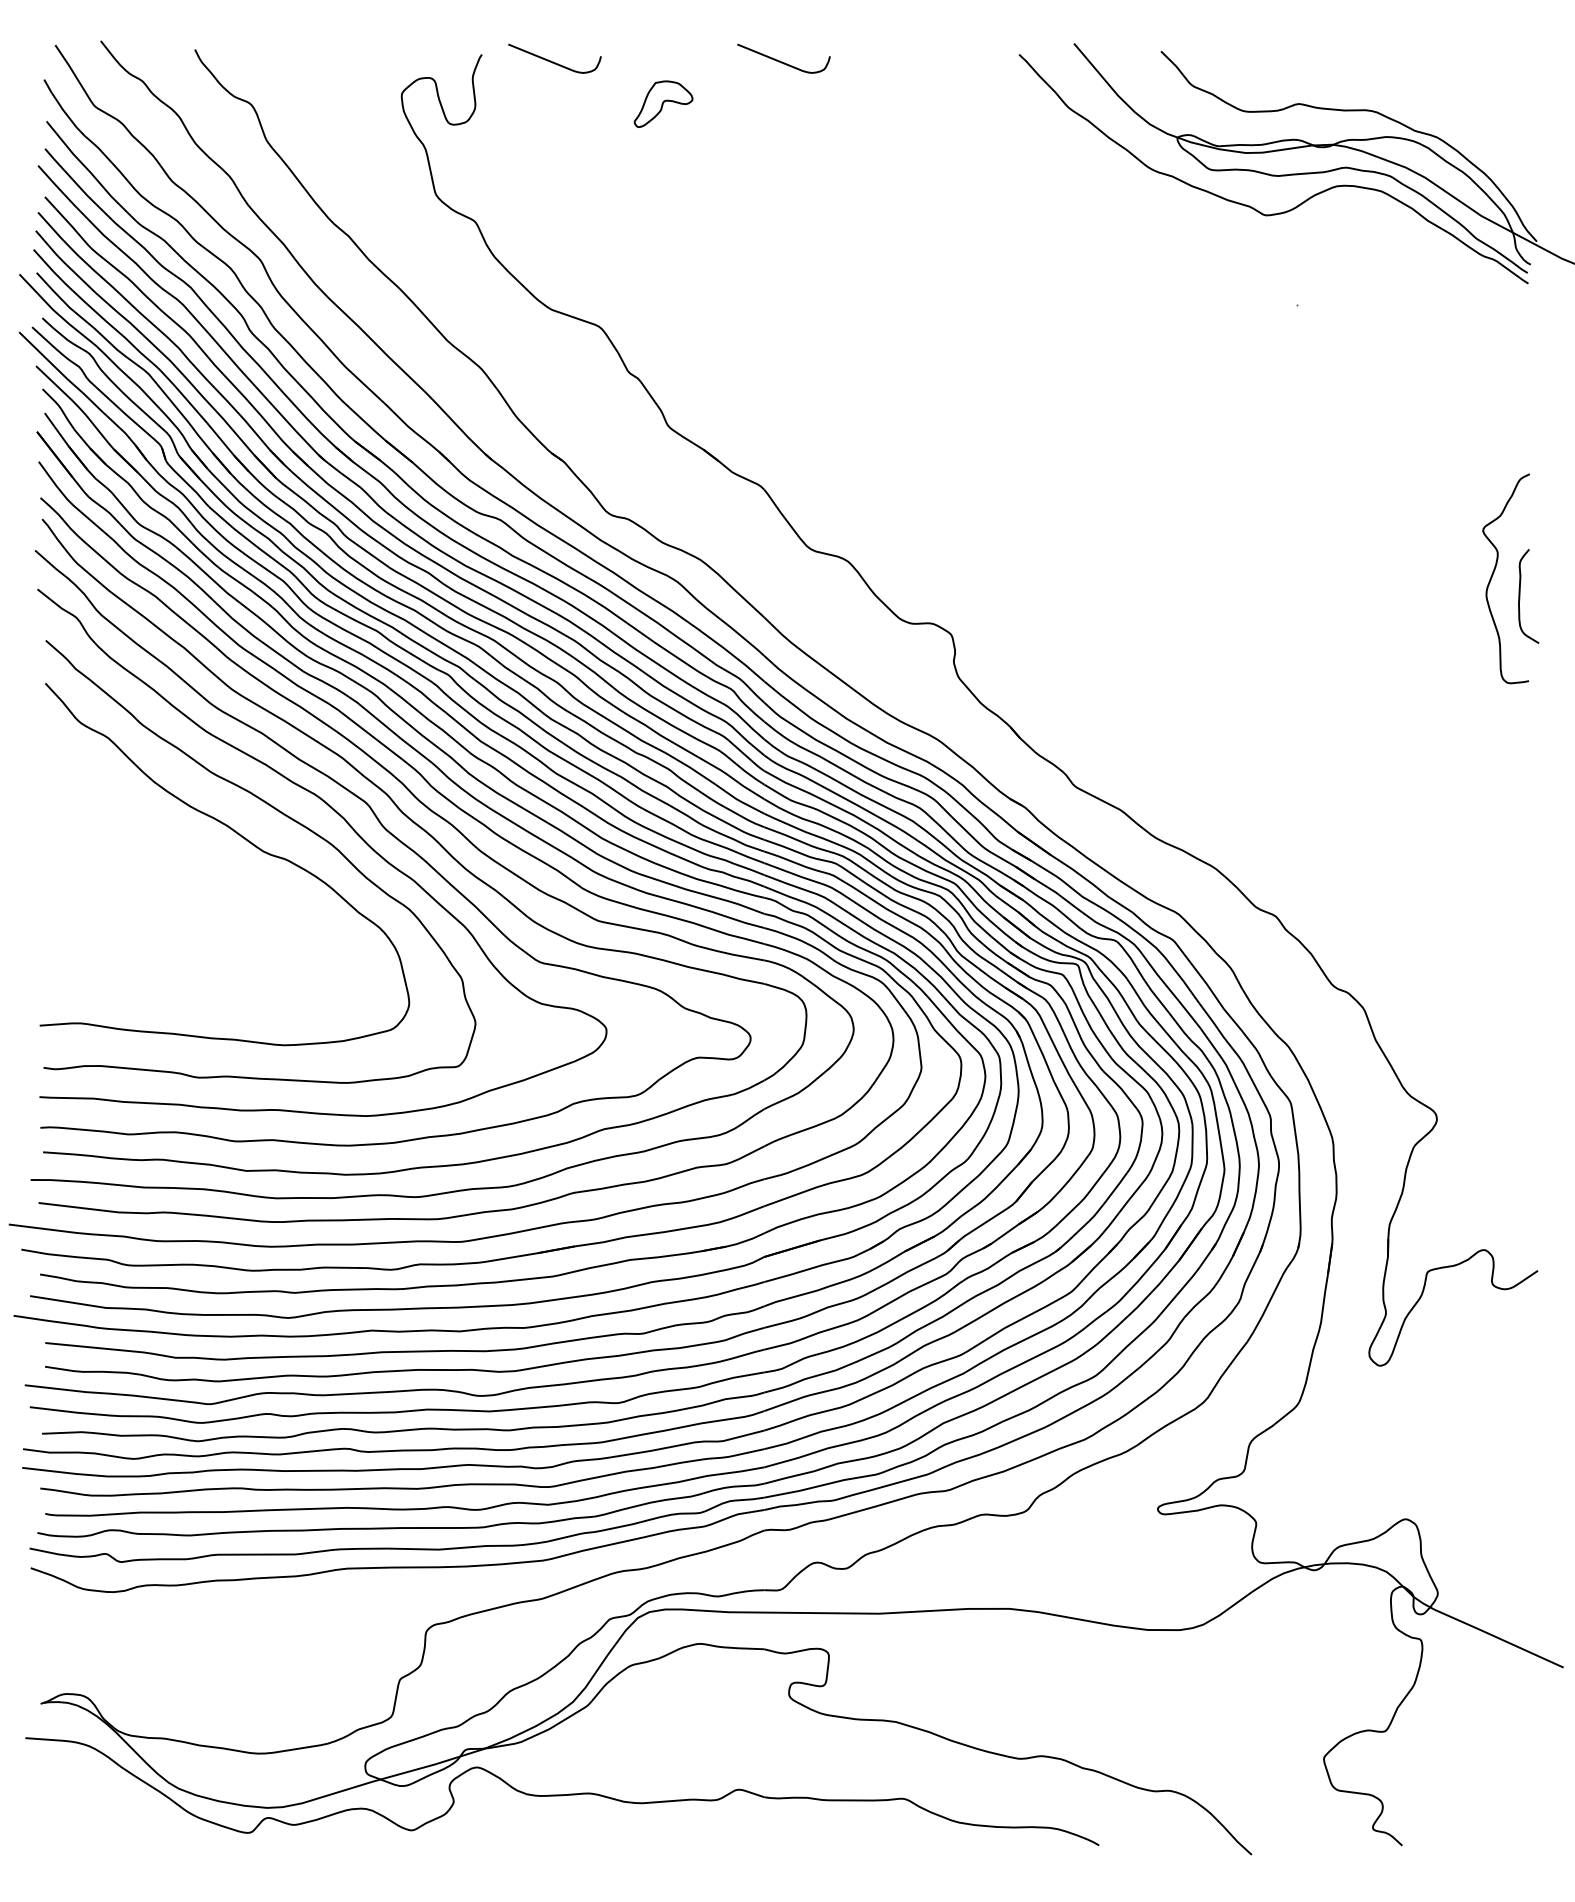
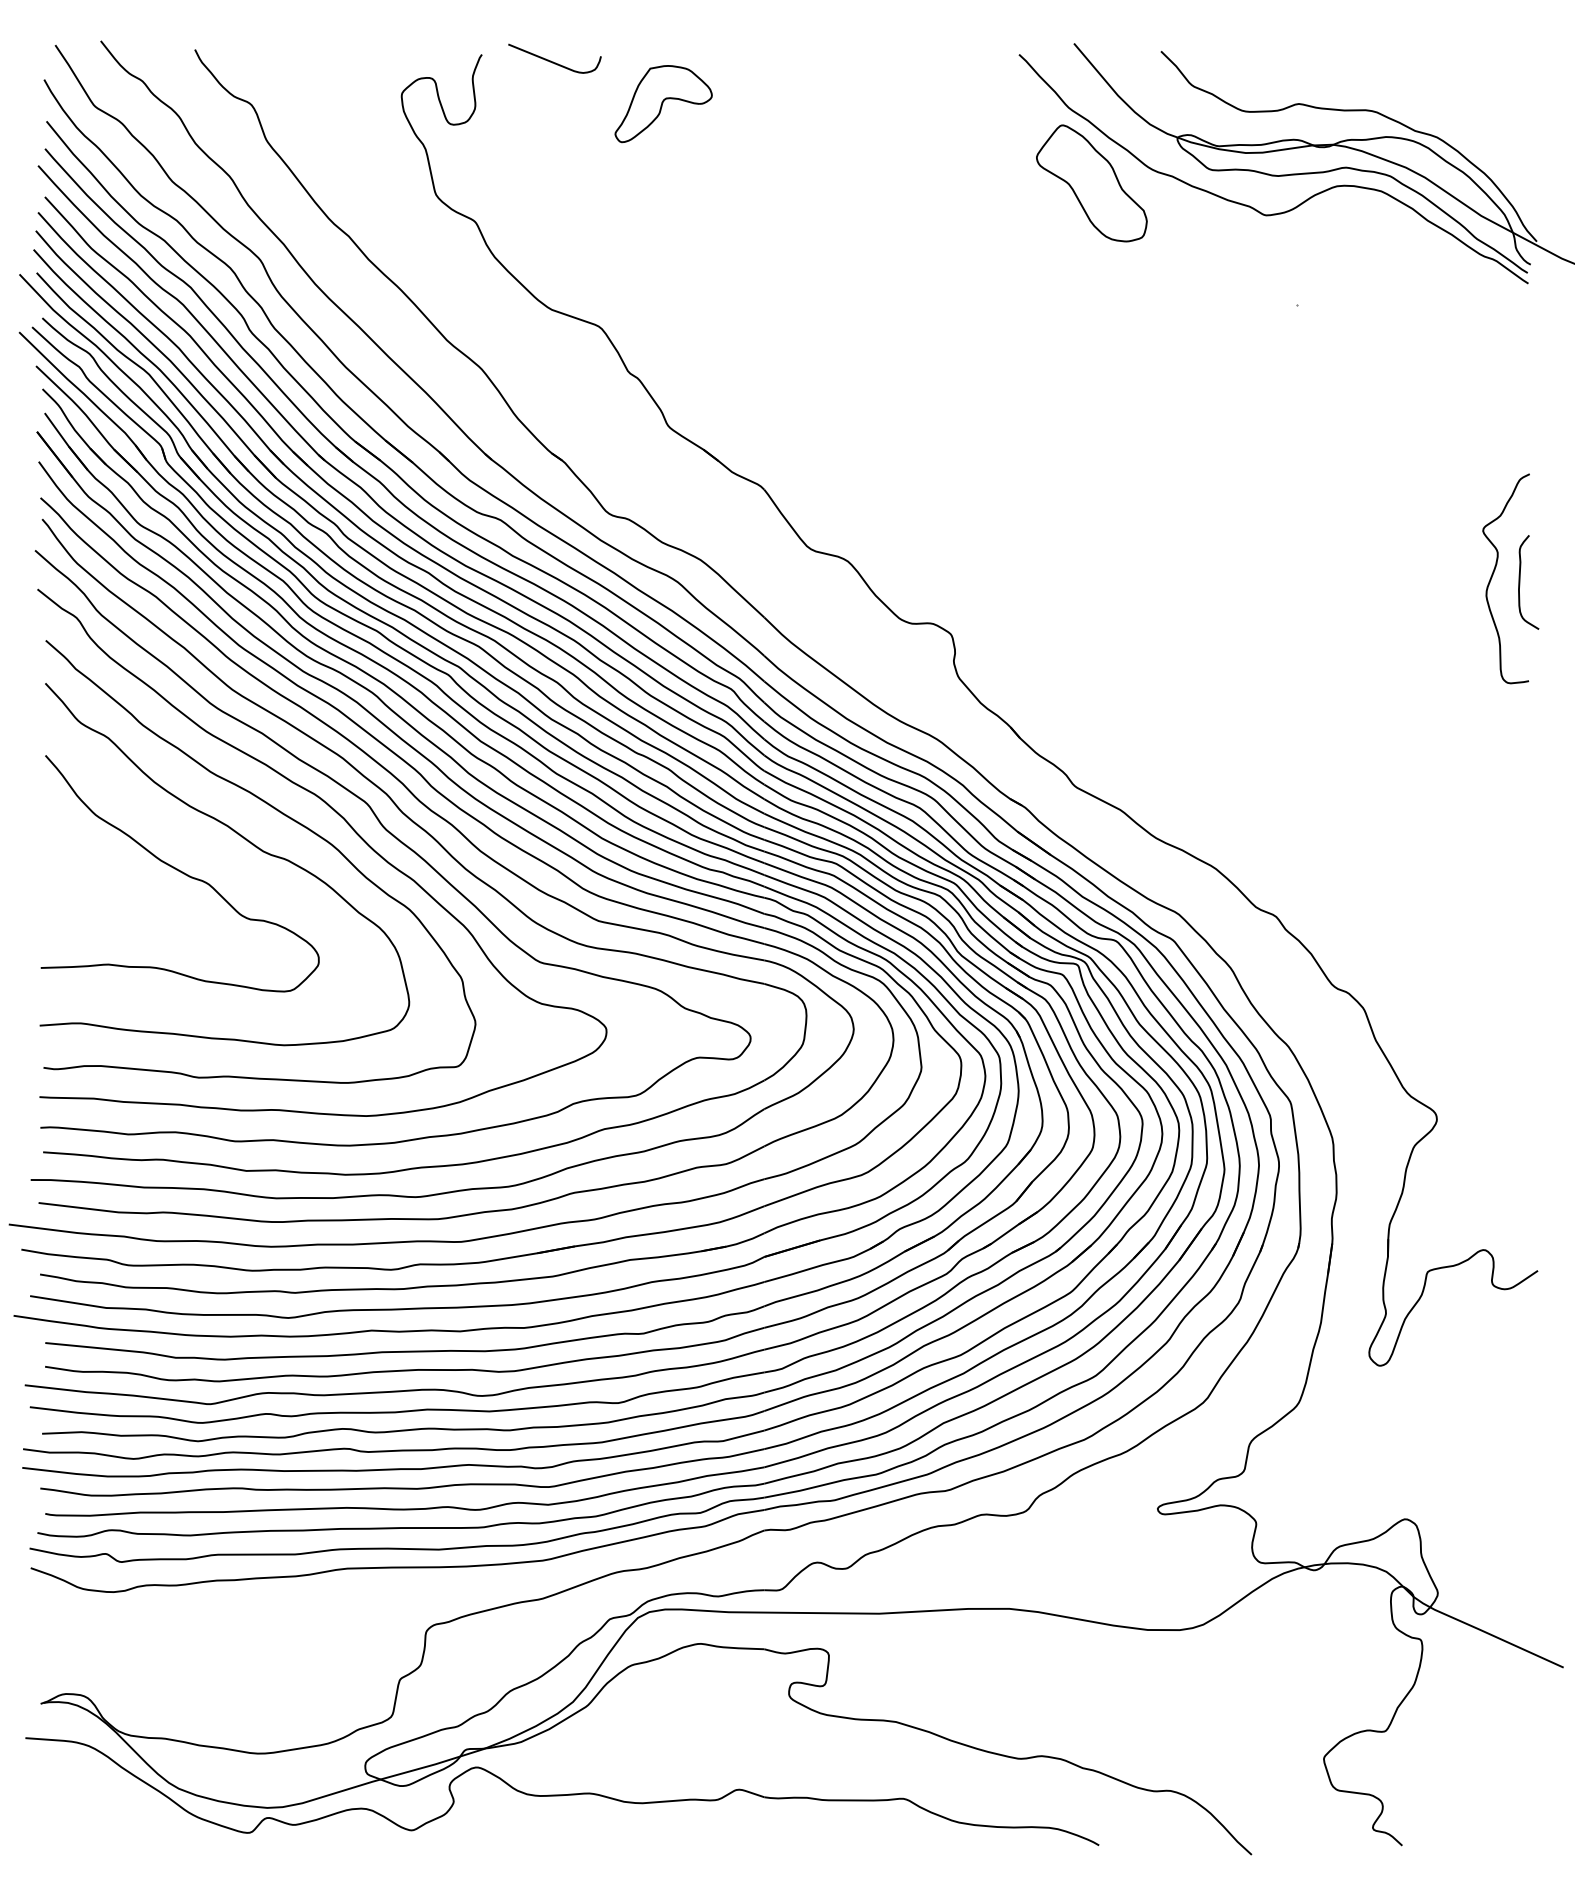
curve at (782, 61): present -> none
part at (663, 103) size: 61x48 px -> 99x79 px
part at (1091, 183): none -> present
curve at (1520, 596) position: (1520, 596) -> (1520, 582)
curve at (180, 872): none -> present
